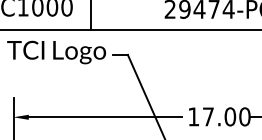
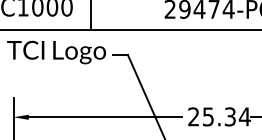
text at (219, 116): 17.00 -> 25.34
